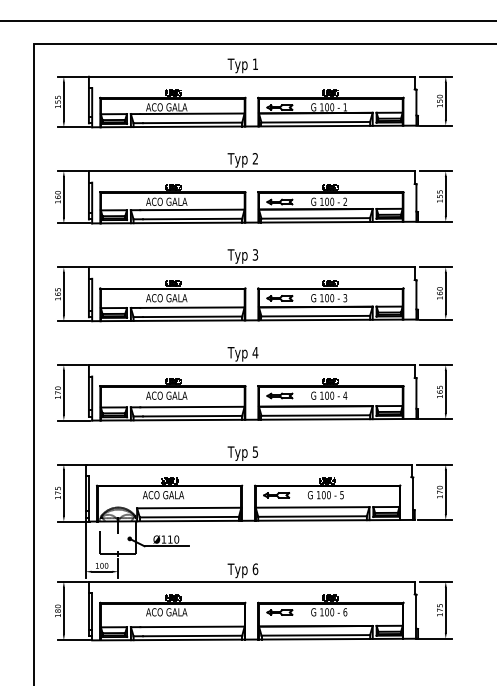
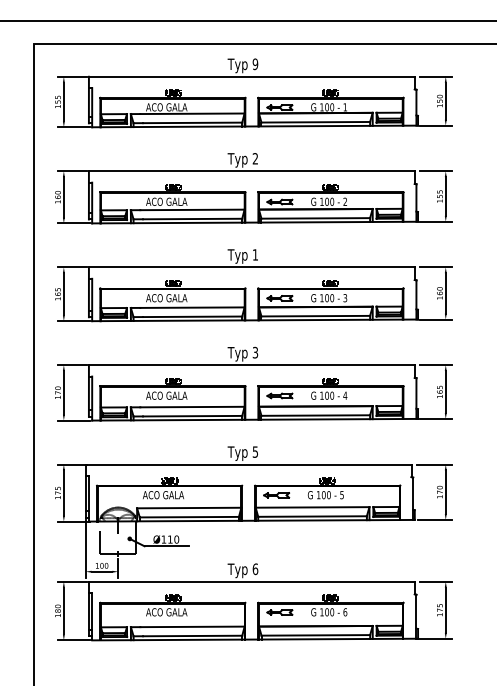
text at (255, 64): 1 -> 9
text at (255, 254): 3 -> 1
text at (255, 352): 4 -> 3
